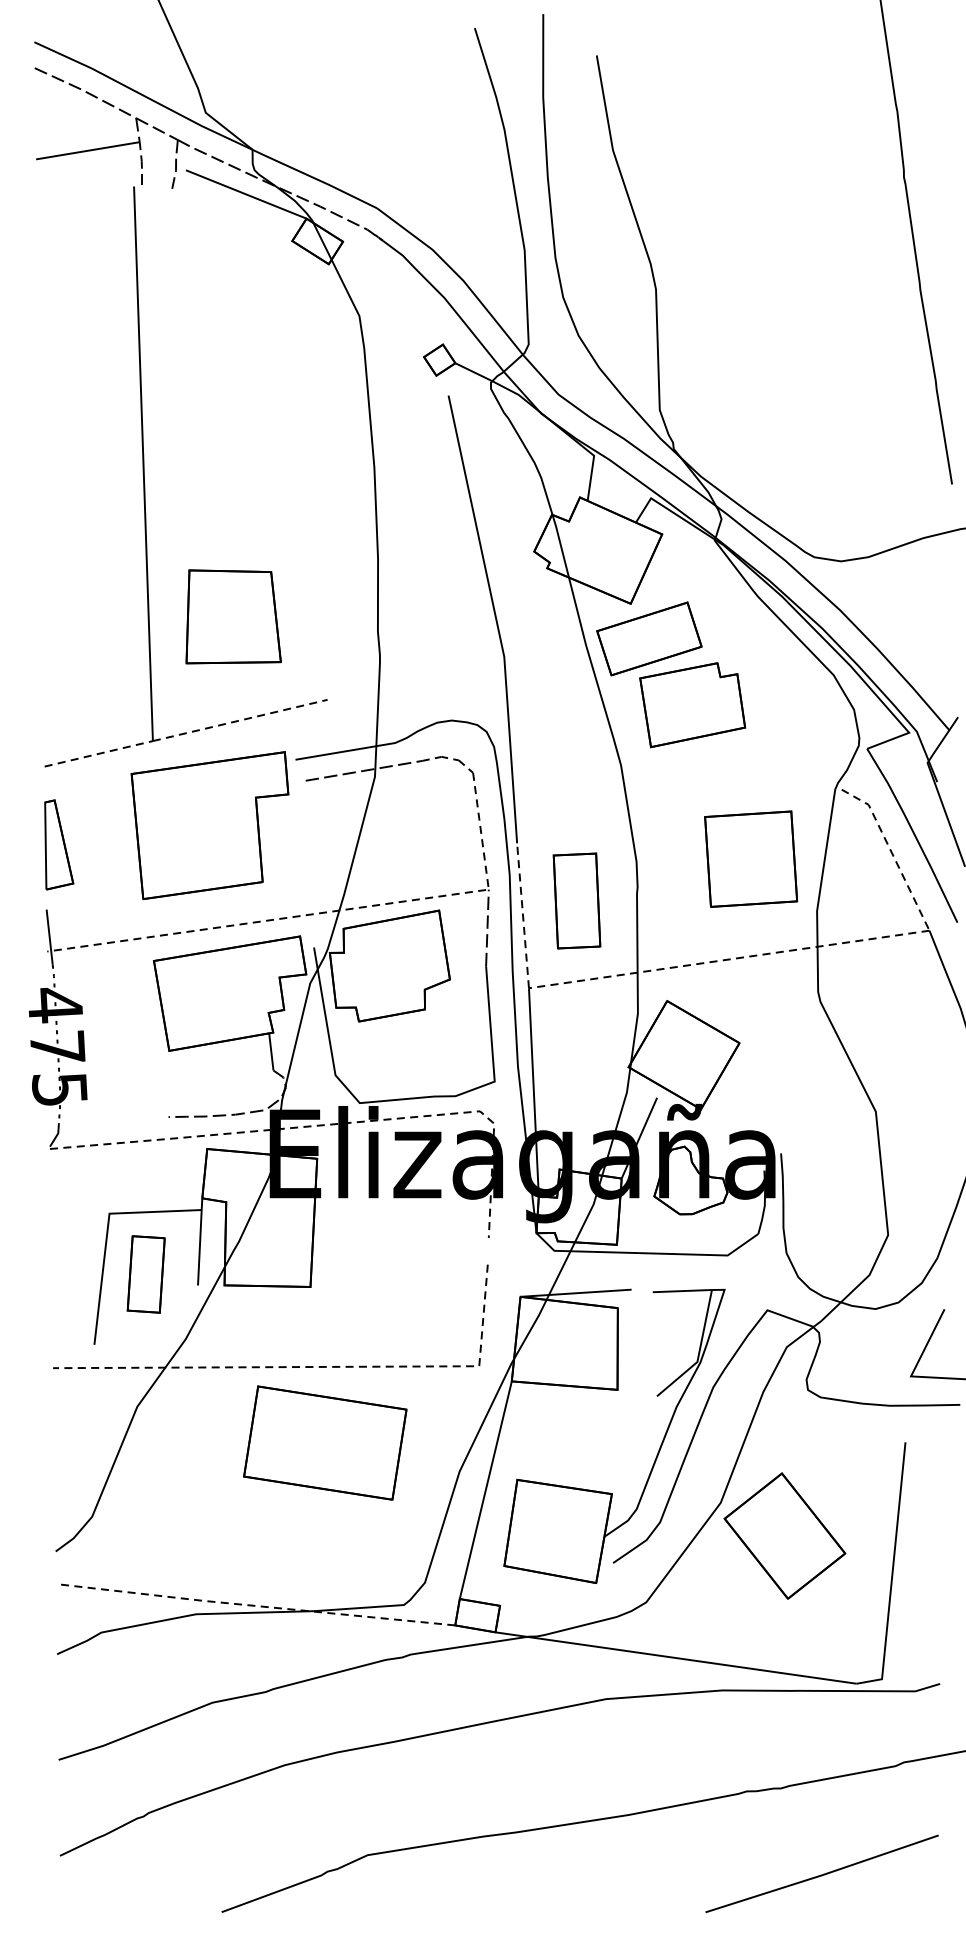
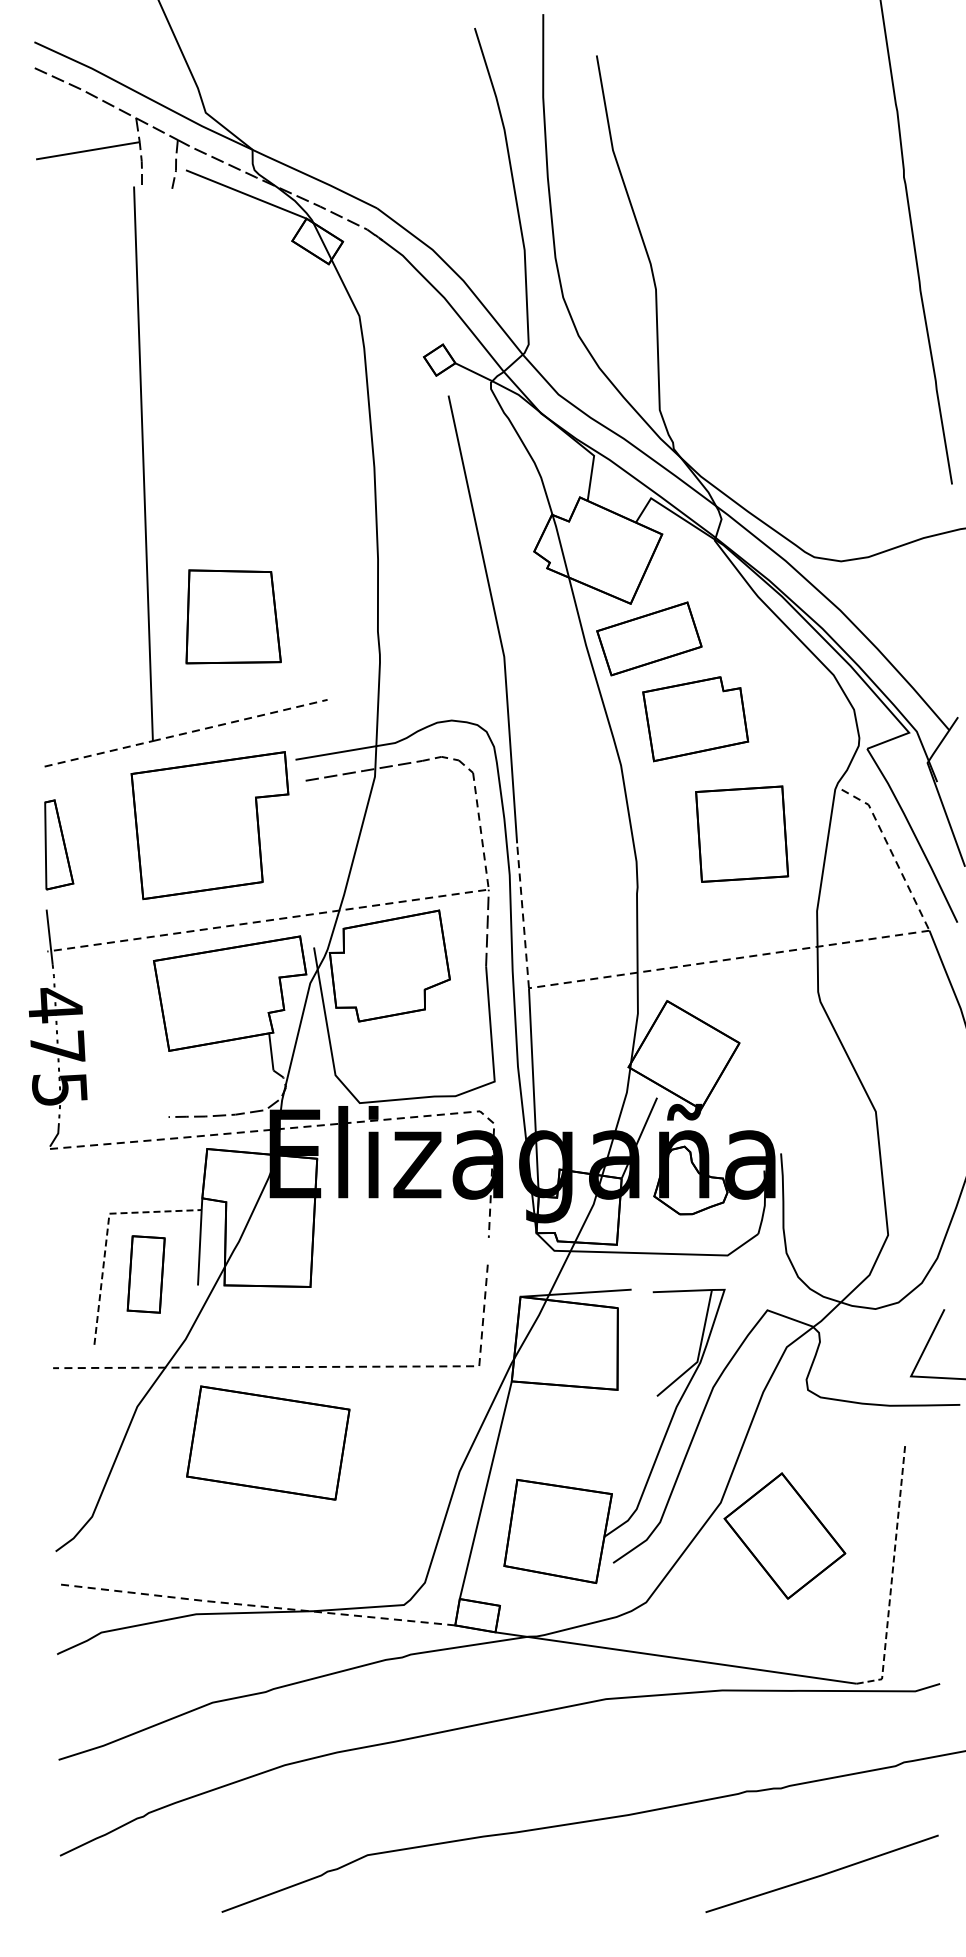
part at (692, 705) position: (692, 705) -> (695, 719)
part at (751, 858) position: (751, 858) -> (742, 833)
part at (576, 900): present -> none
line at (107, 1232): solid -> dashed
part at (325, 1442) position: (325, 1442) -> (268, 1442)
line at (892, 1574): solid -> dashed
